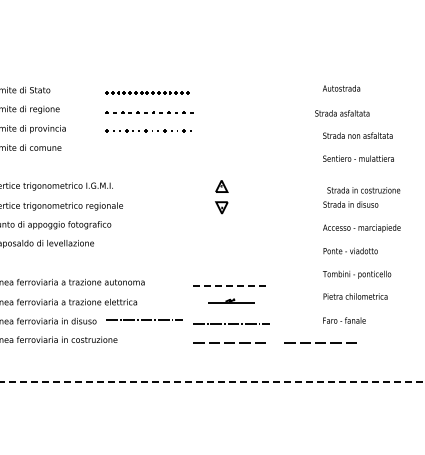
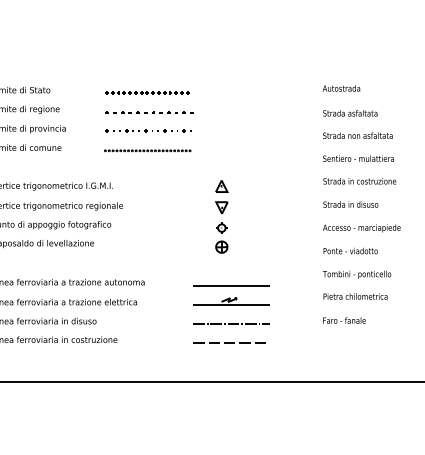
text at (342, 113) position: (342, 113) -> (350, 113)
line at (147, 150): none -> present
text at (363, 190) position: (363, 190) -> (359, 181)
part at (221, 237): none -> present
line at (232, 285): dashed -> solid
part at (231, 300) size: 47x6 px -> 77x9 px
line at (144, 319): present -> none
line at (320, 342): present -> none
line at (212, 381): dashed -> solid
